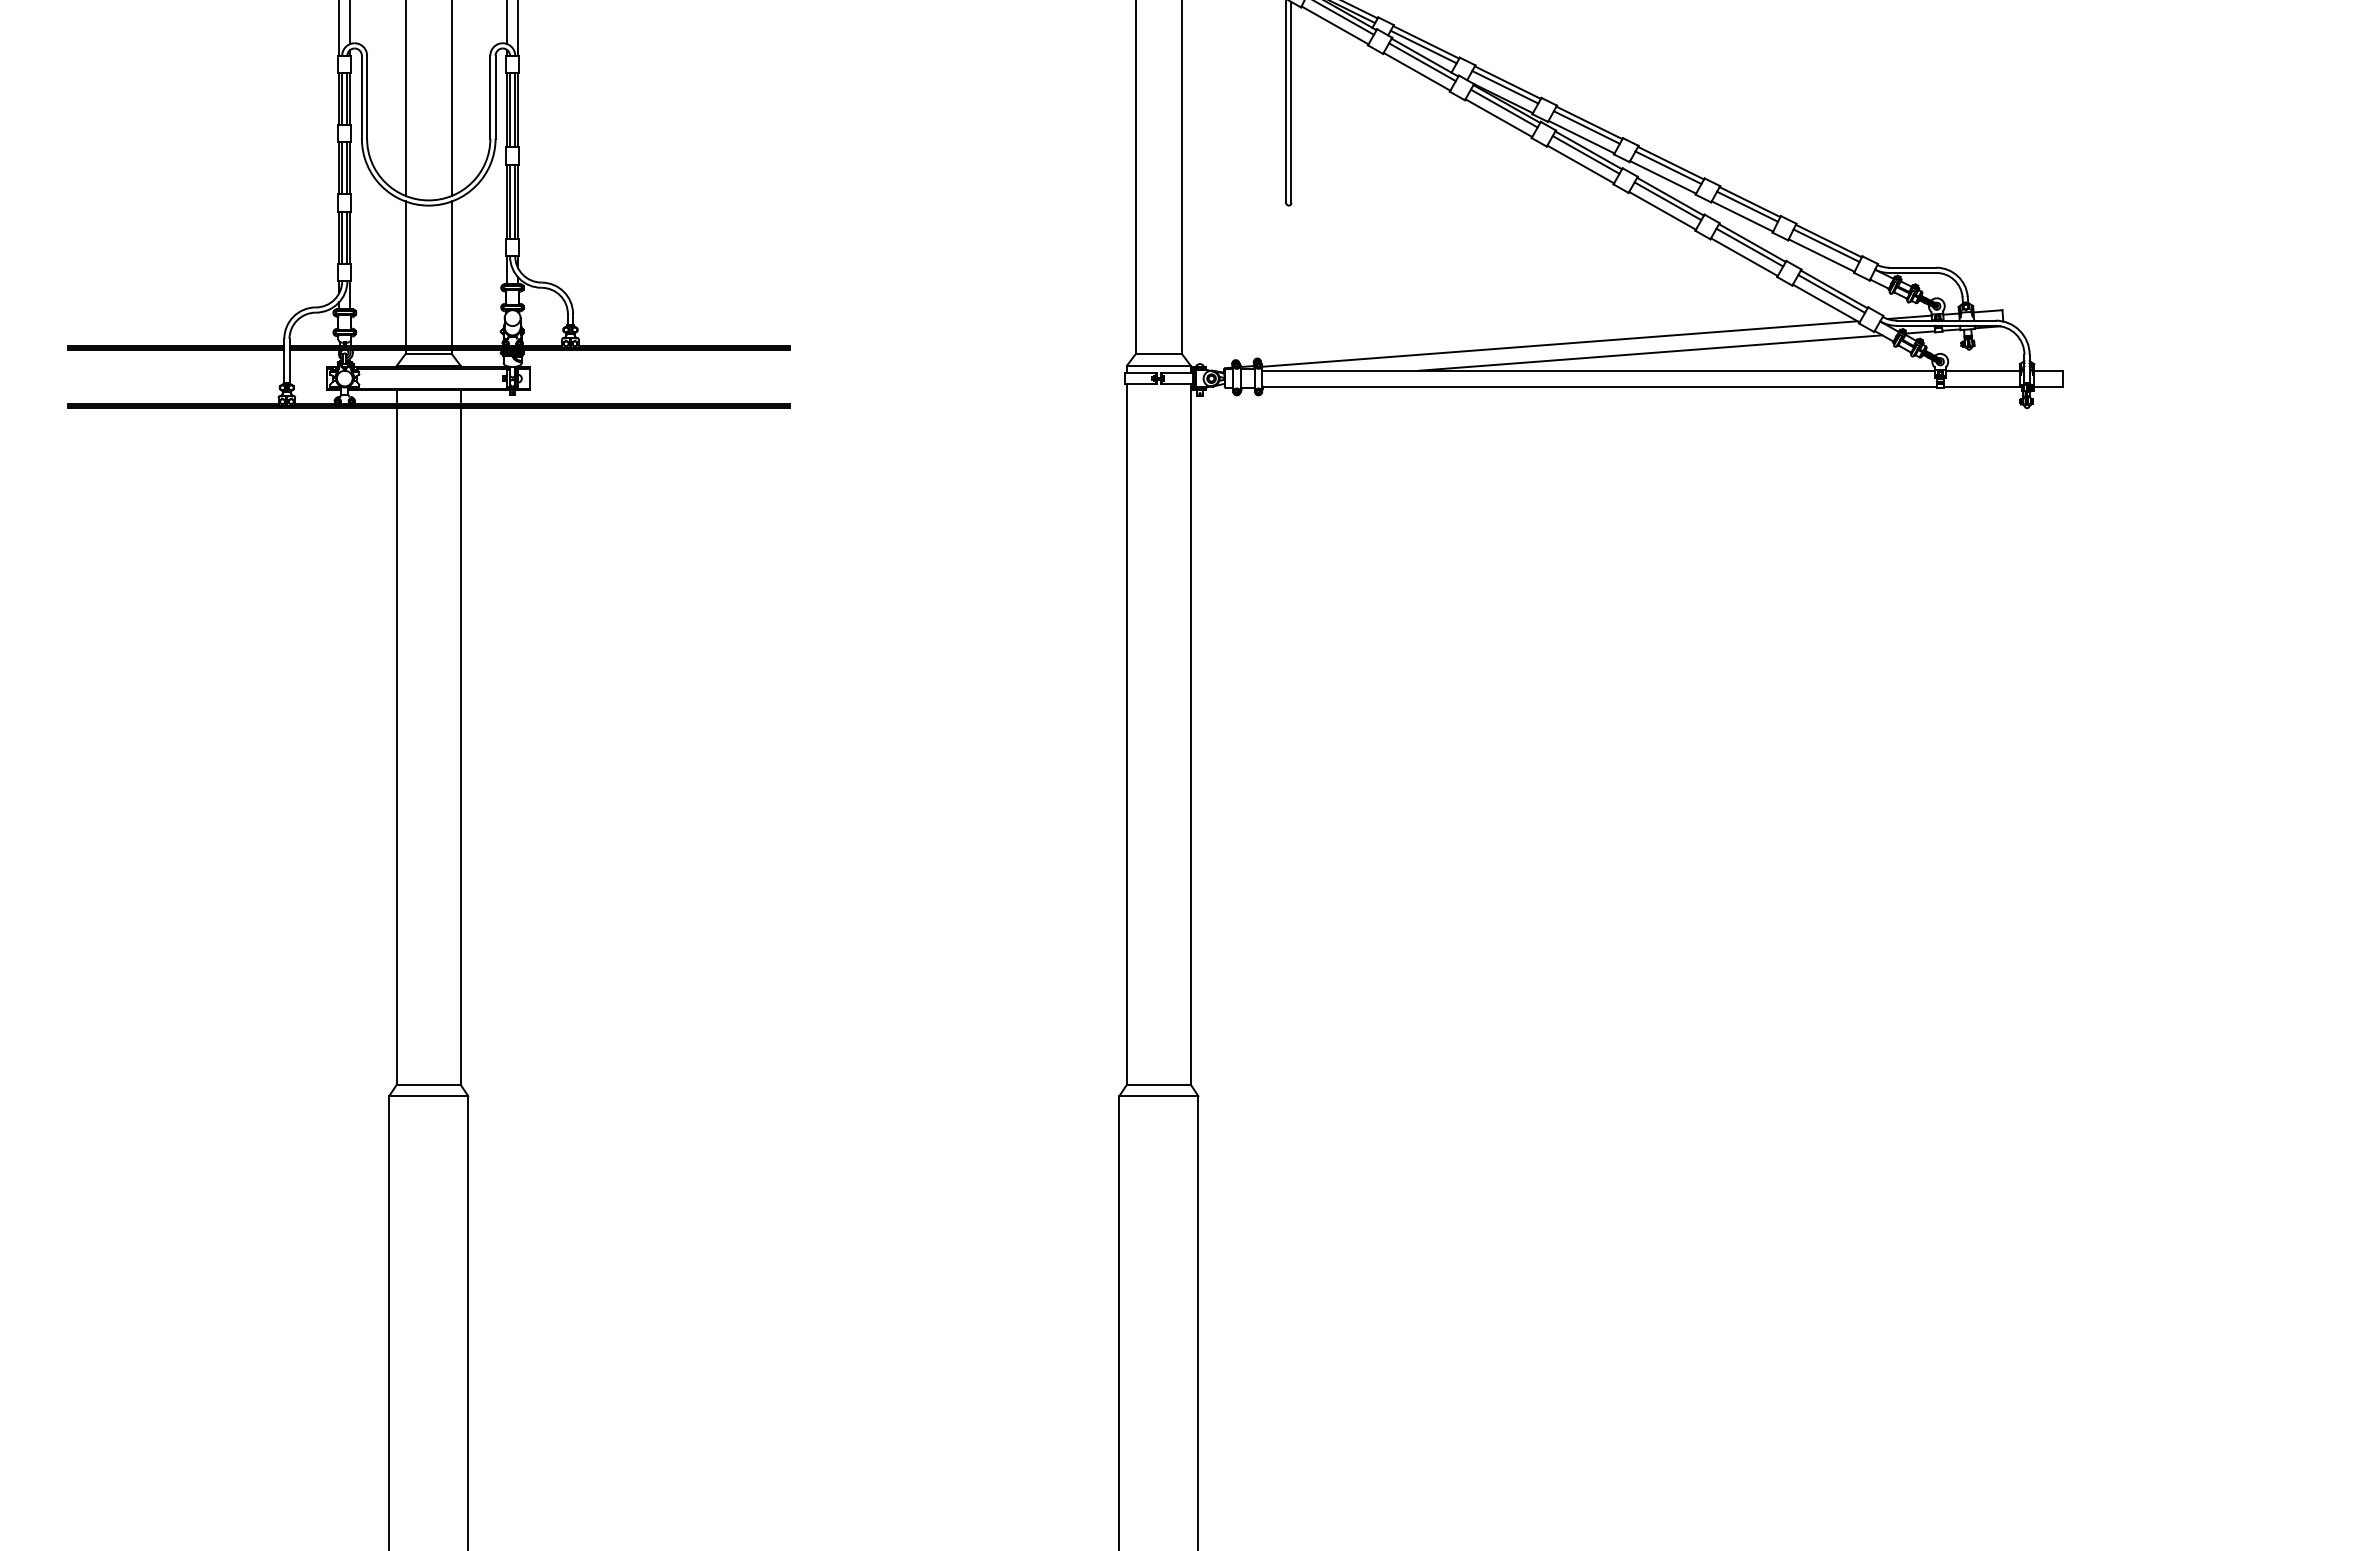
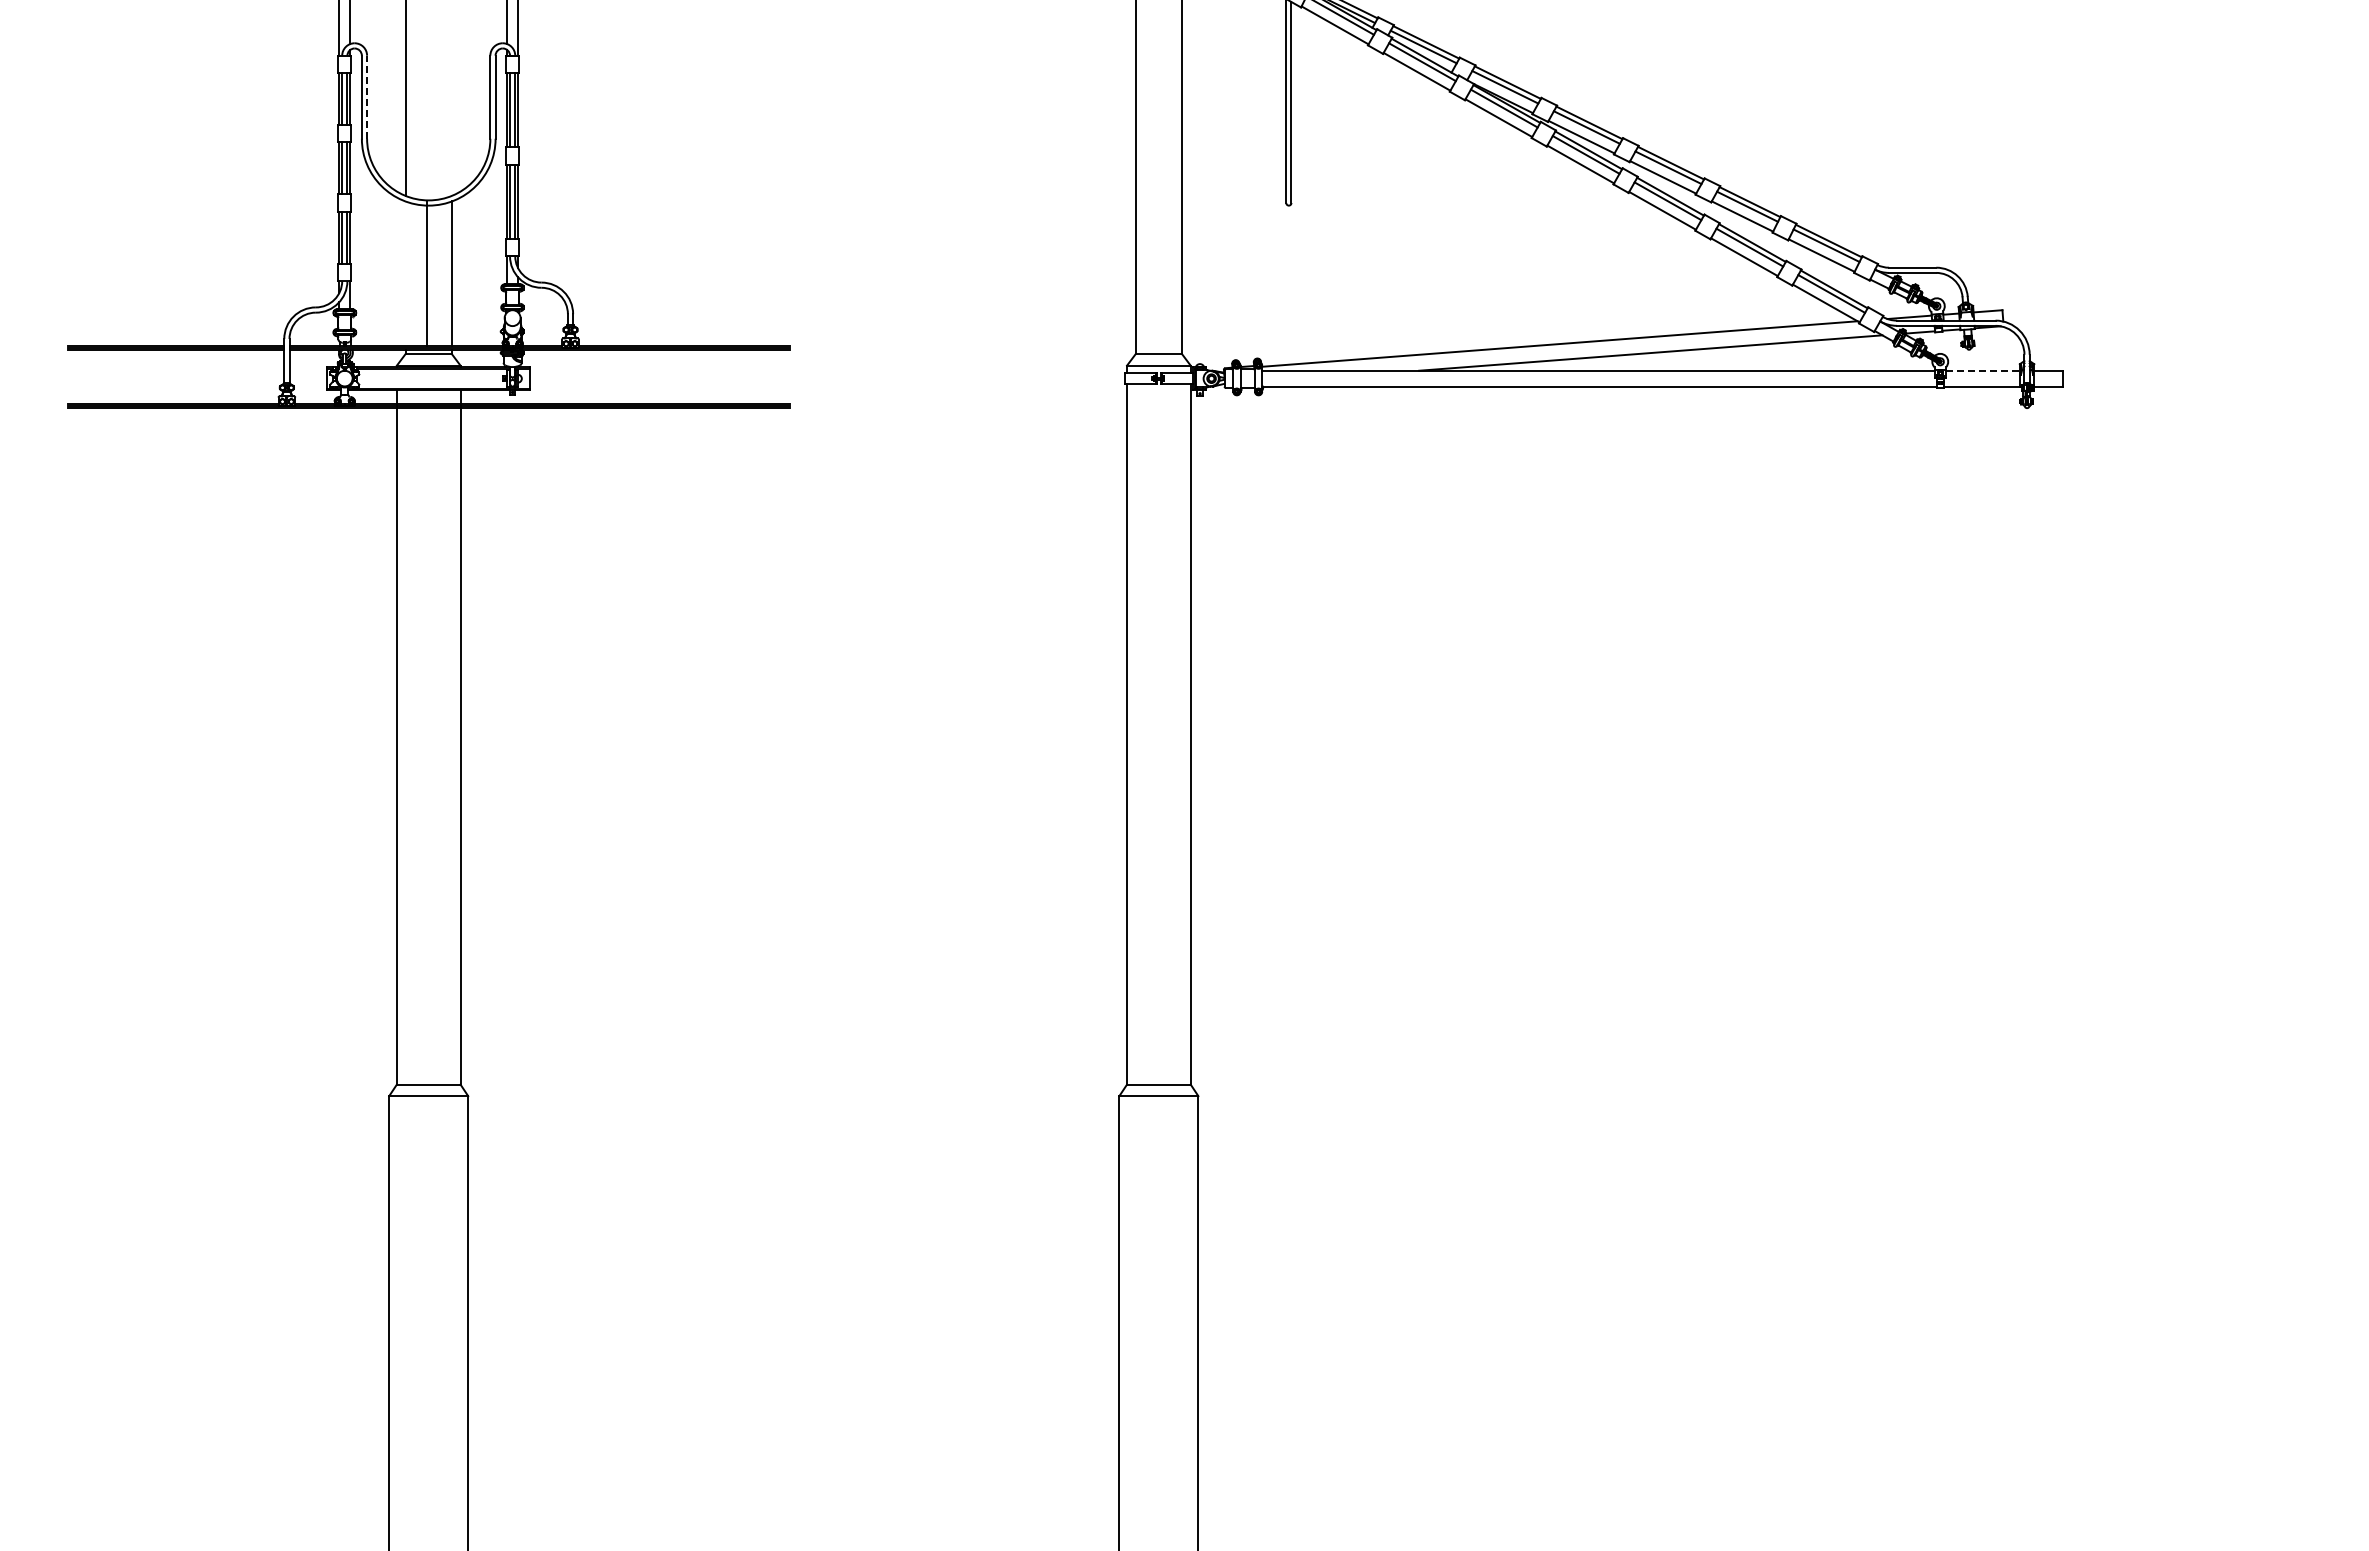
line at (367, 97): solid -> dashed
line at (451, 98): present -> none
line at (405, 273) position: (405, 273) -> (426, 273)
line at (1982, 370): solid -> dashed
